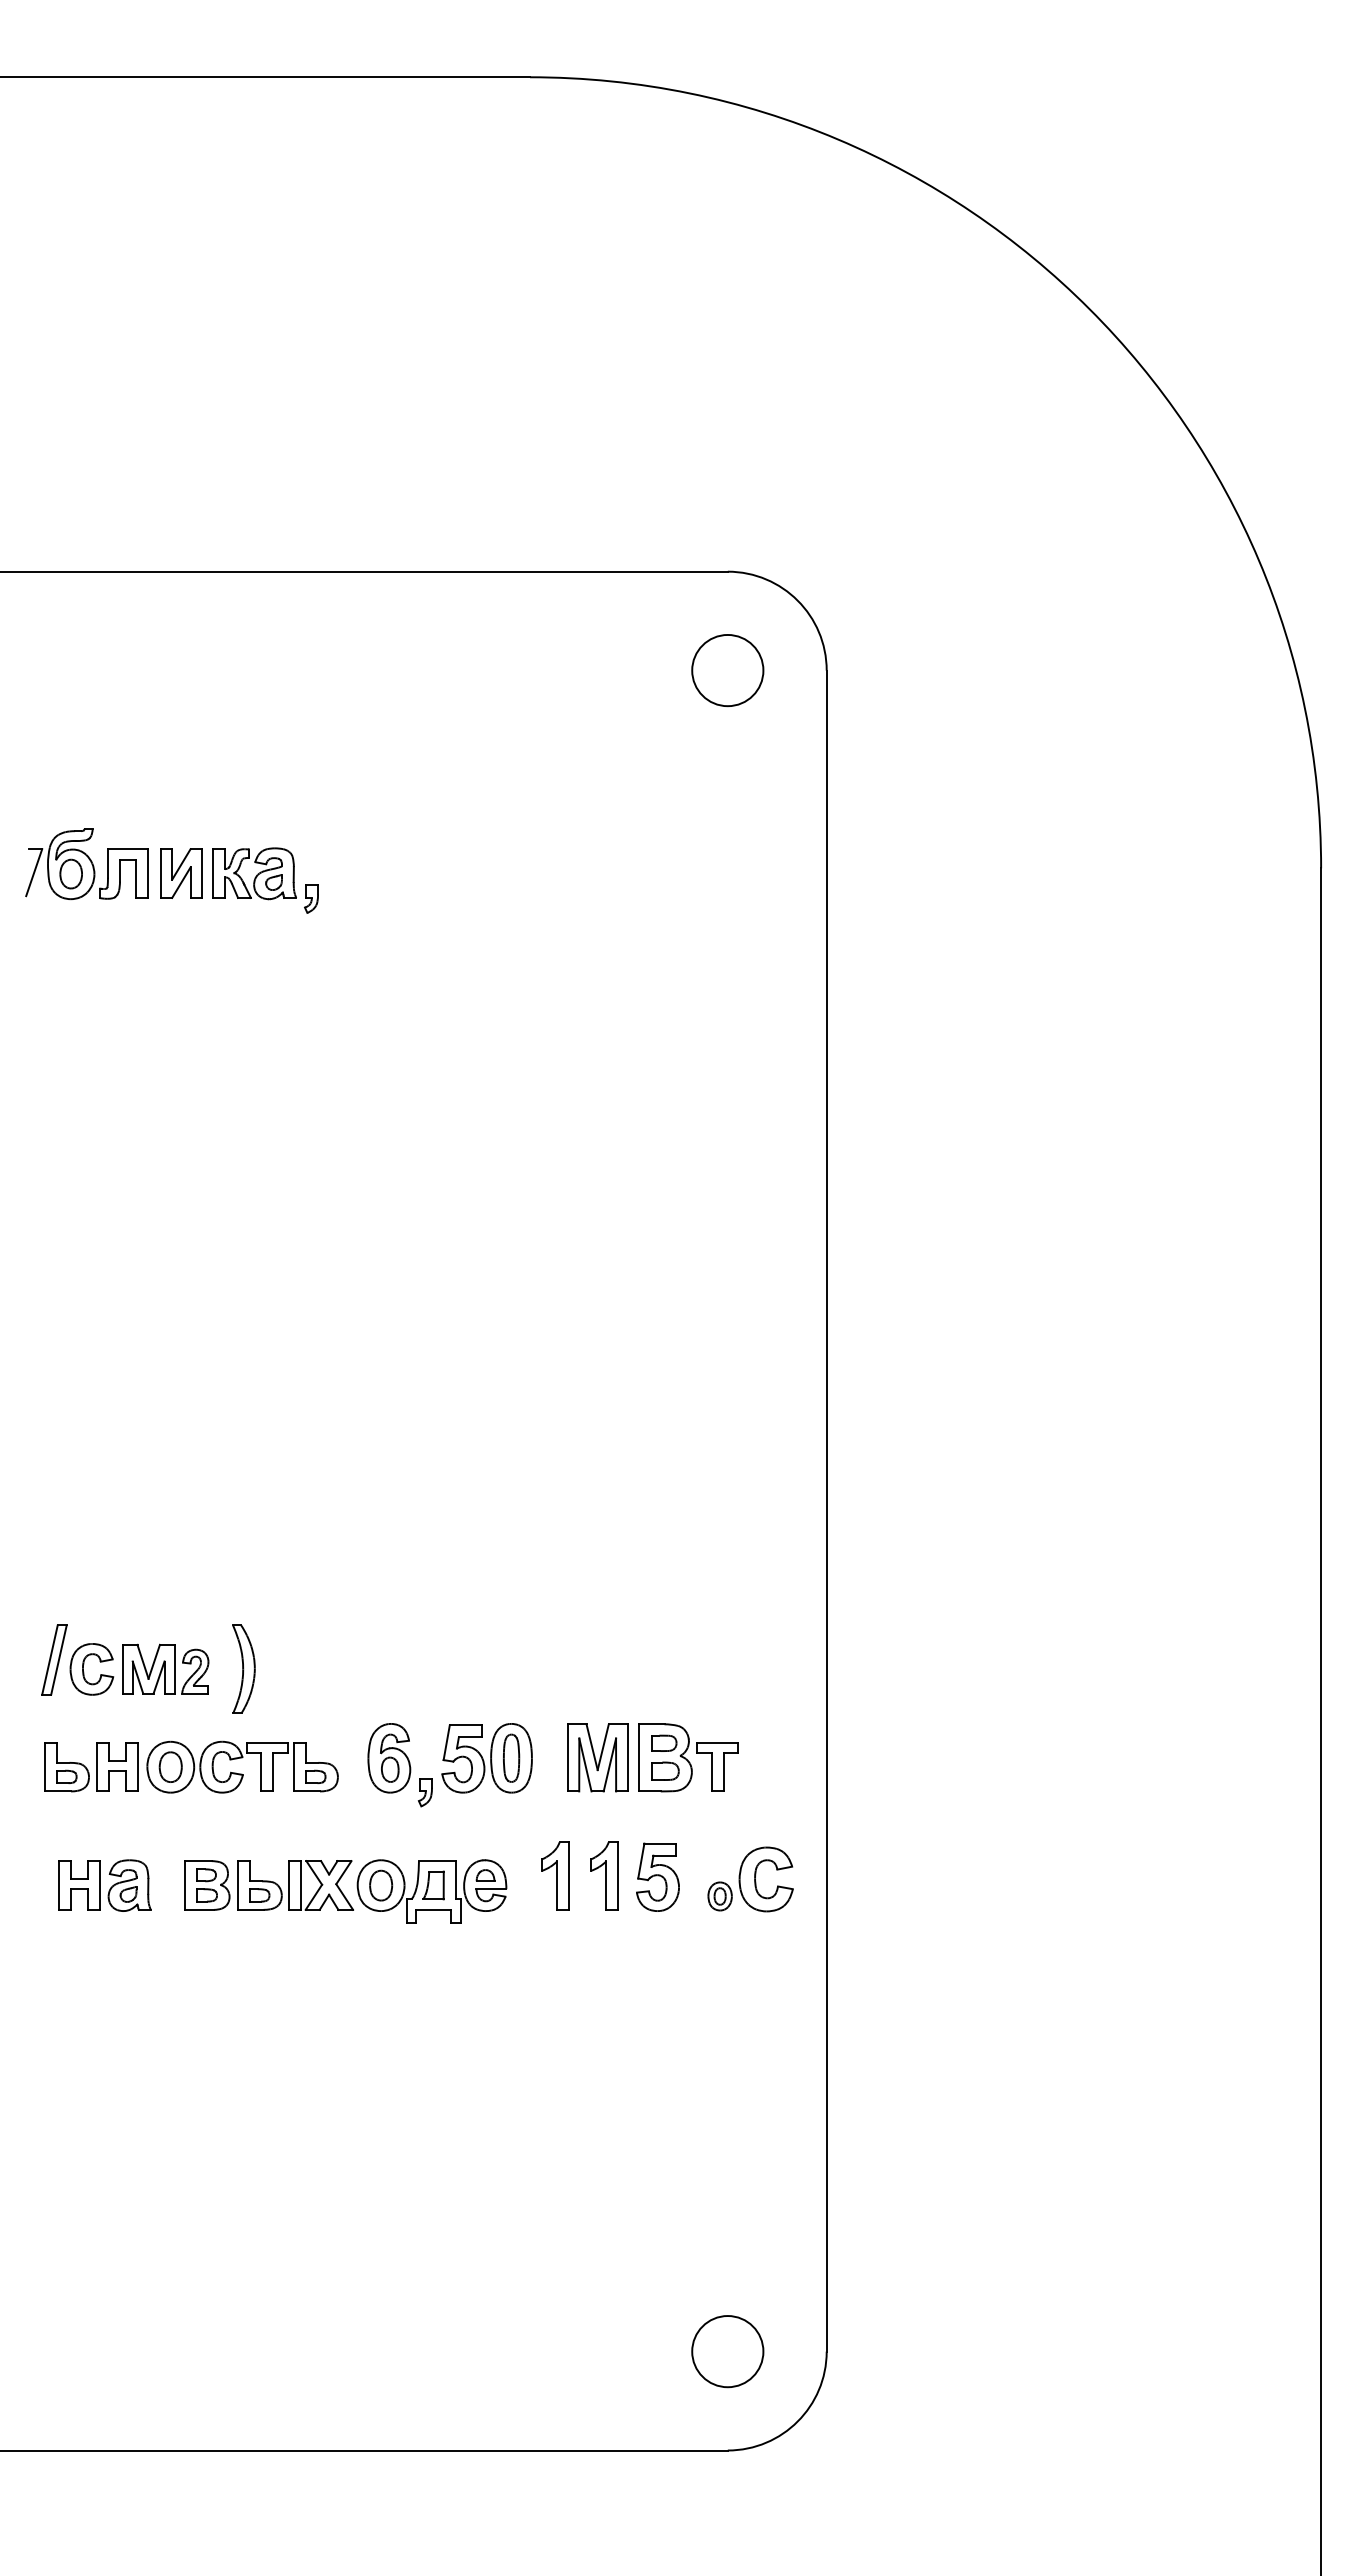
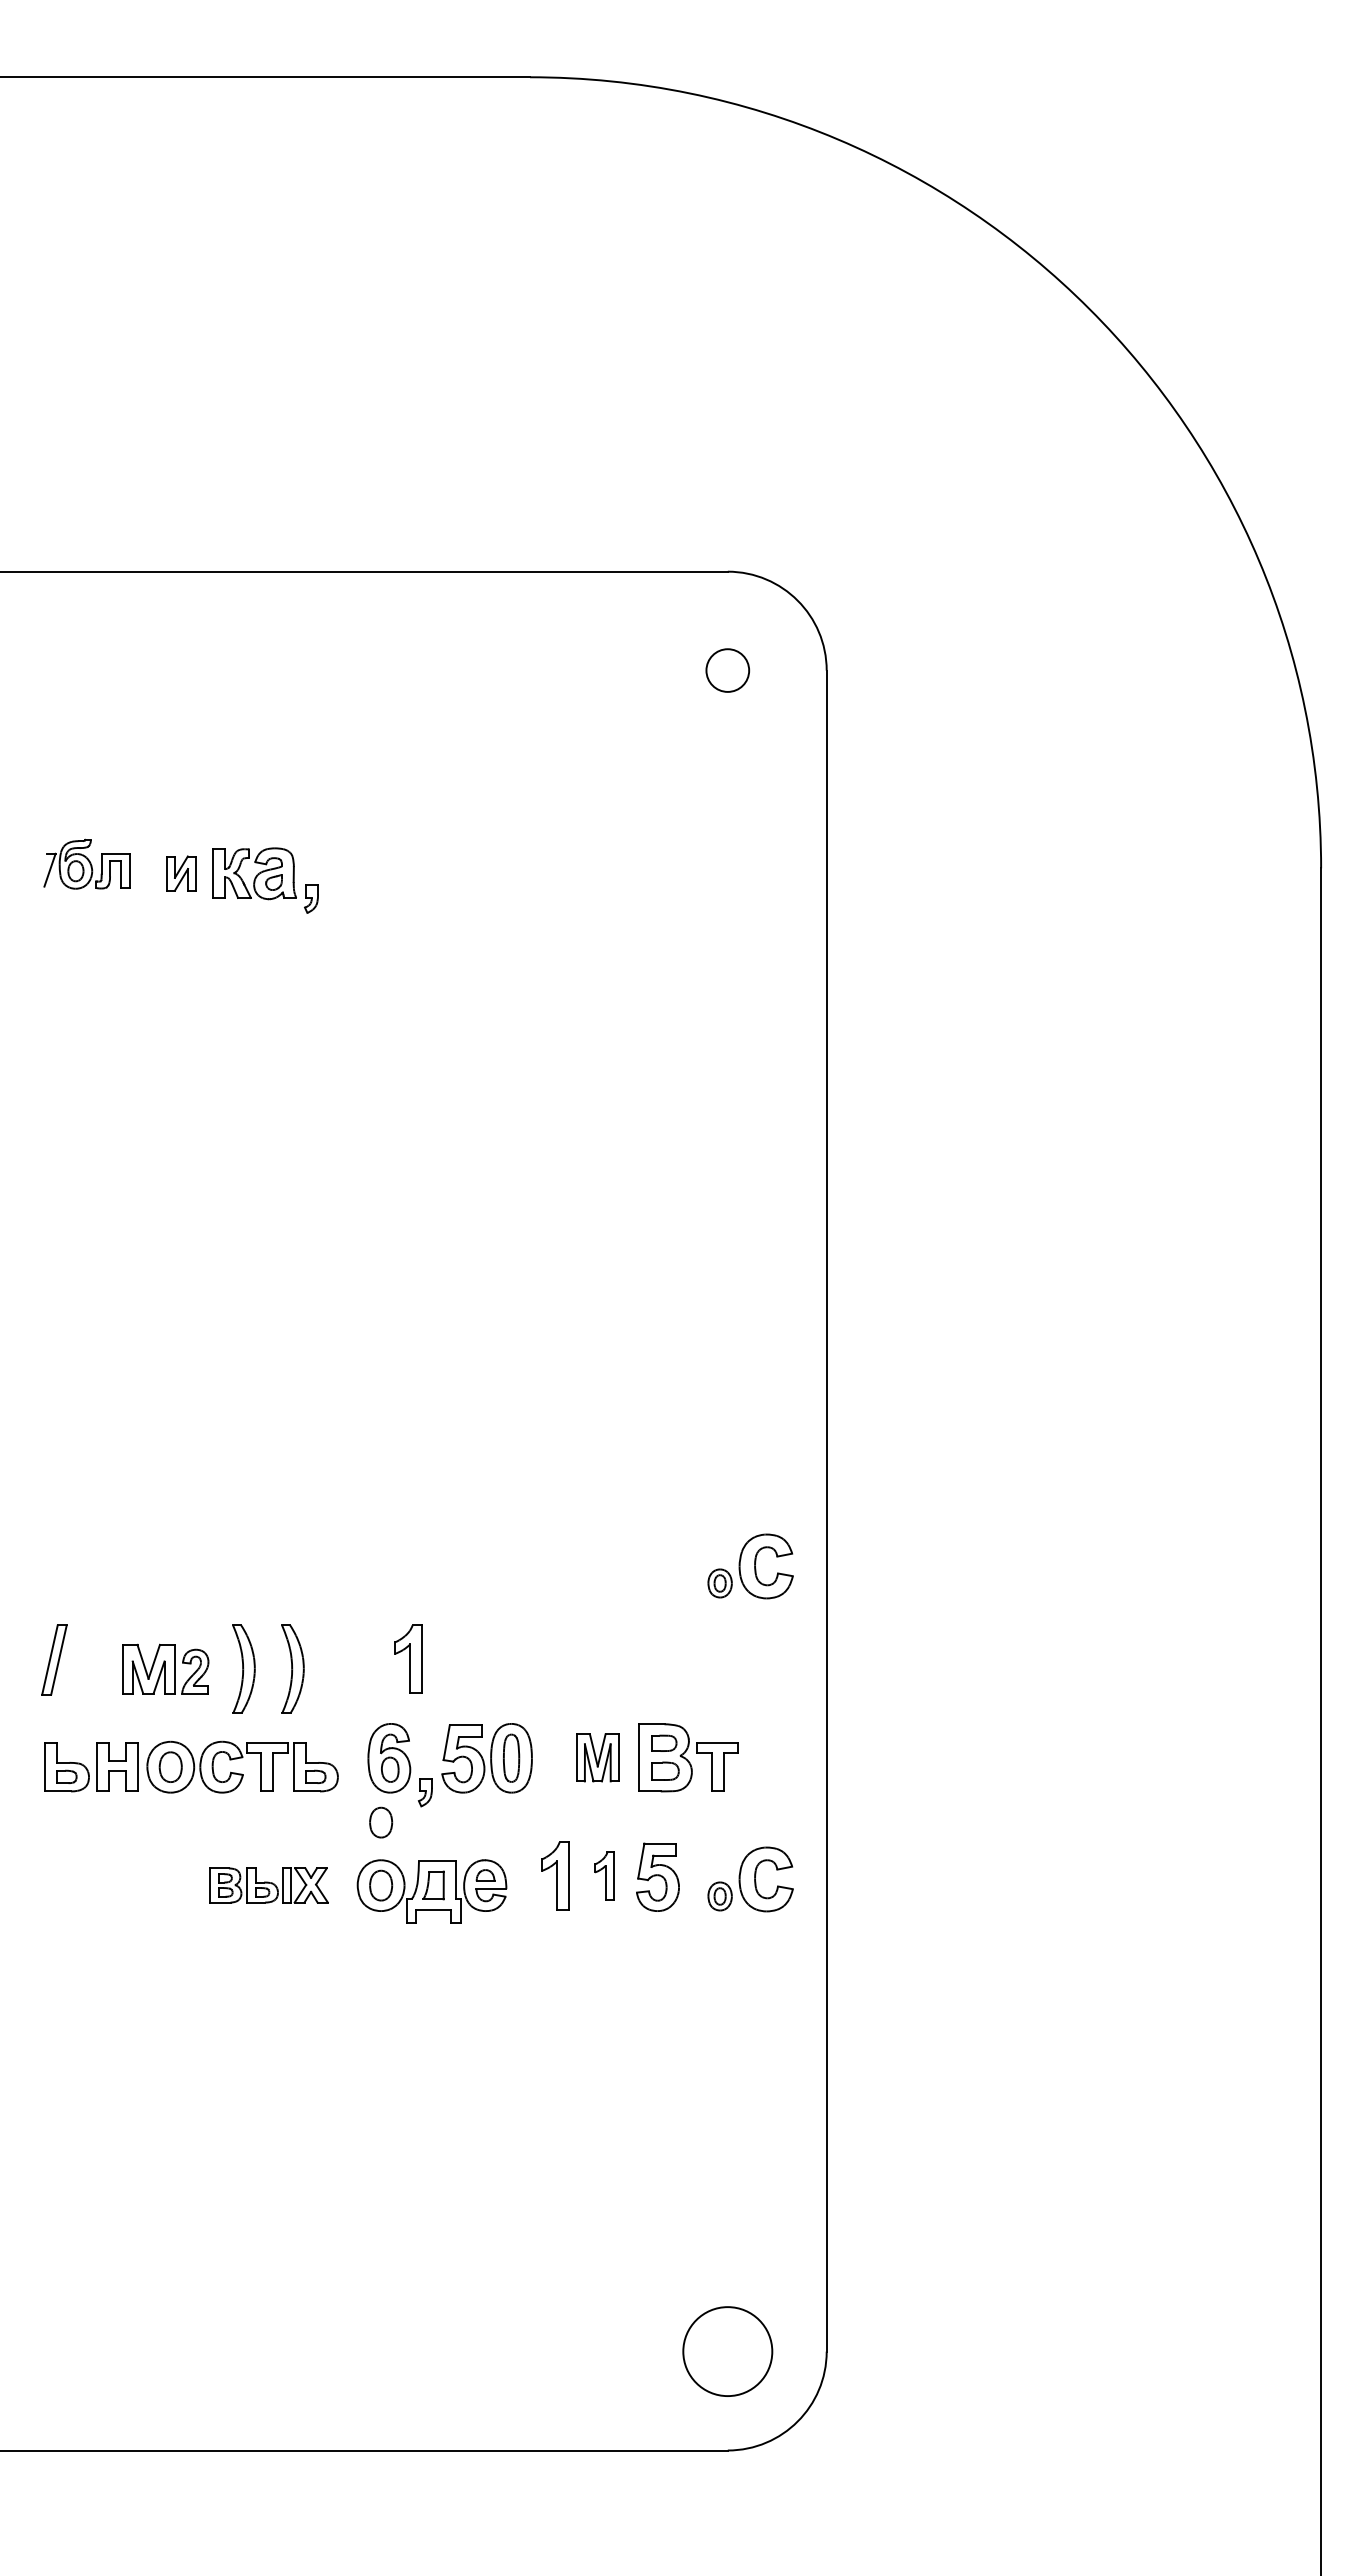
circle at (727, 670) diameter: 71 px -> 43 px
part at (86, 864) size: 124x73 px -> 88x52 px
part at (181, 873) size: 43x51 px -> 31x37 px
part at (750, 1566): none -> present
part at (408, 1658): none -> present
part at (292, 1668): none -> present
part at (84, 1672): present -> none
part at (597, 1757) size: 62x70 px -> 44x50 px
part at (381, 1822): none -> present
part at (604, 1875) size: 29x70 px -> 21x50 px
part at (104, 1885): present -> none
part at (268, 1885) size: 170x51 px -> 120x37 px
circle at (727, 2351) diameter: 71 px -> 89 px
